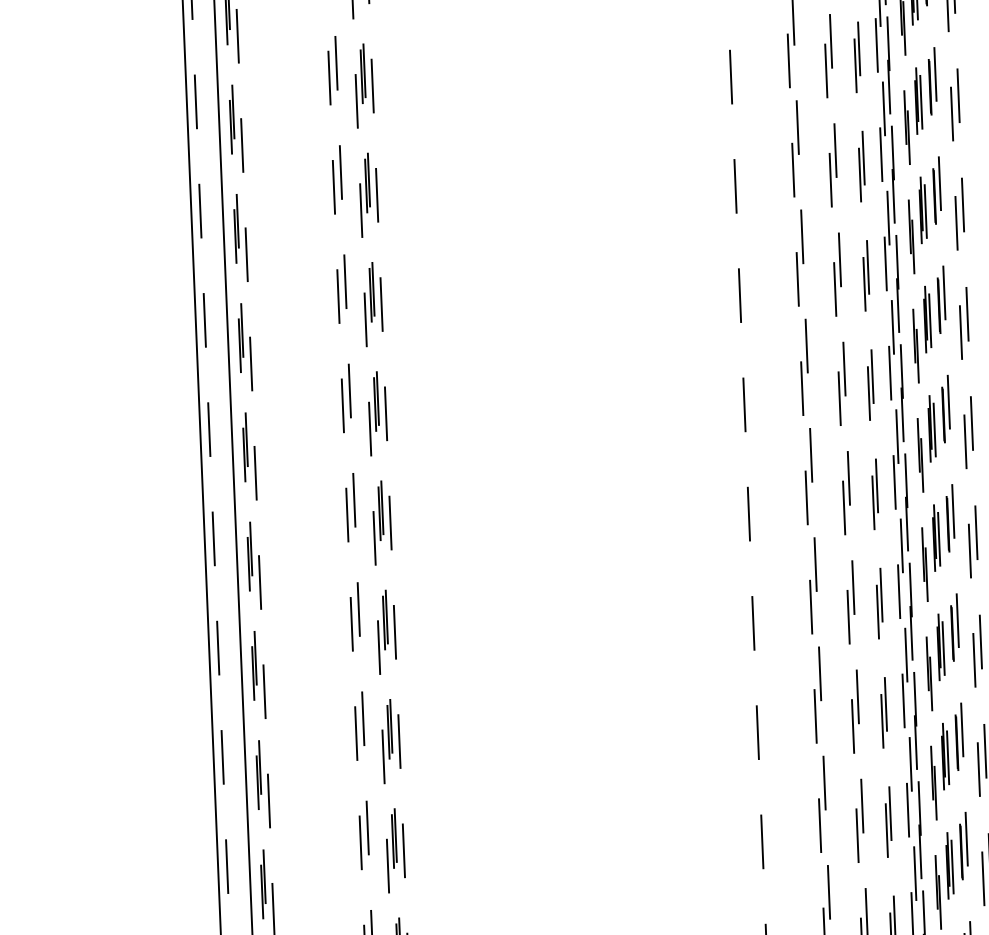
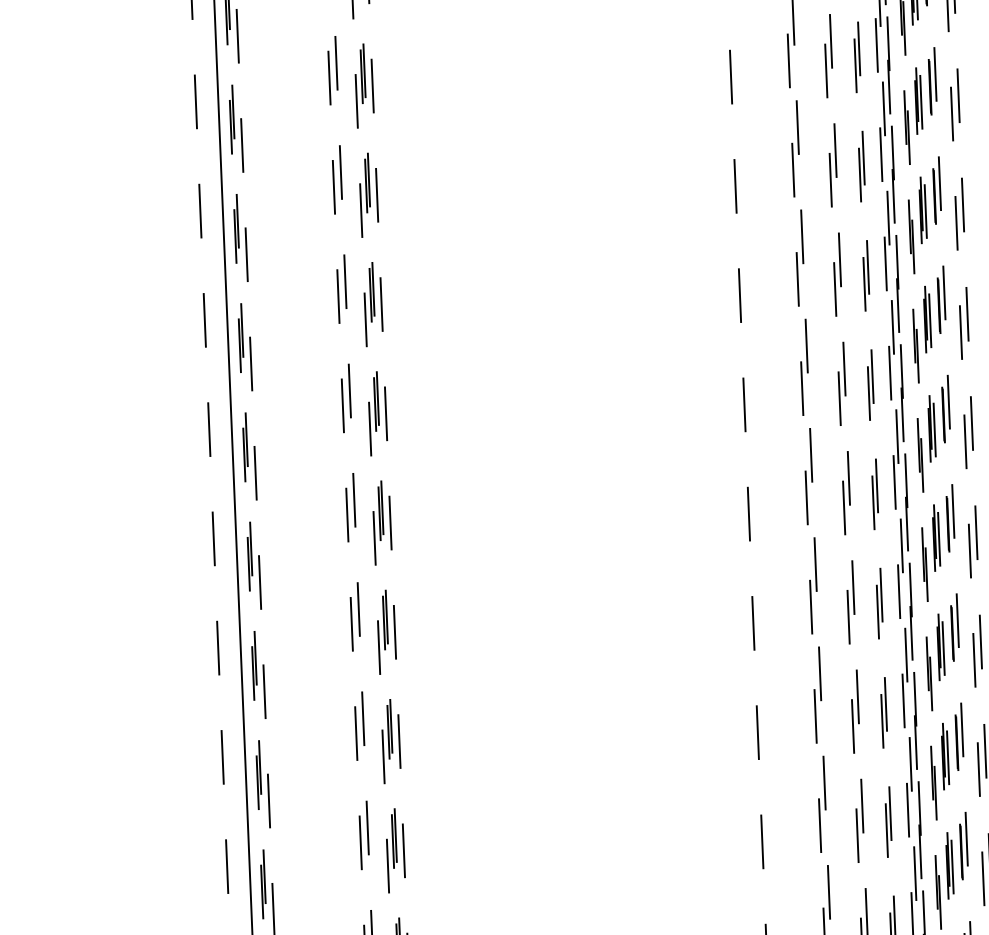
line at (201, 466): present -> none
